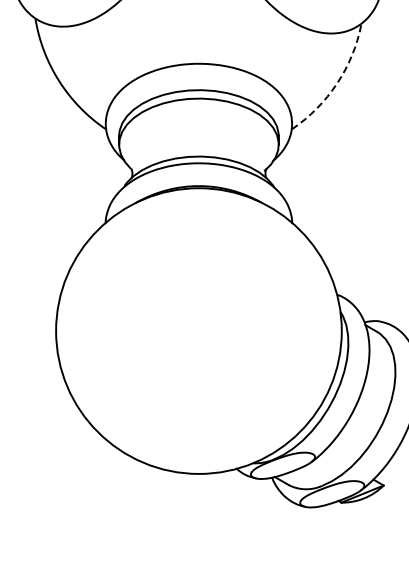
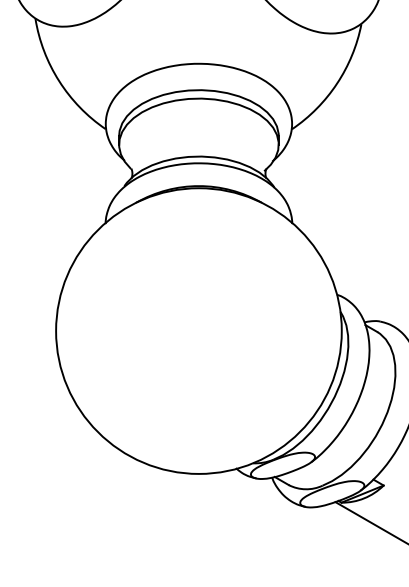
arc at (337, 83): dashed -> solid
line at (370, 522): none -> present
